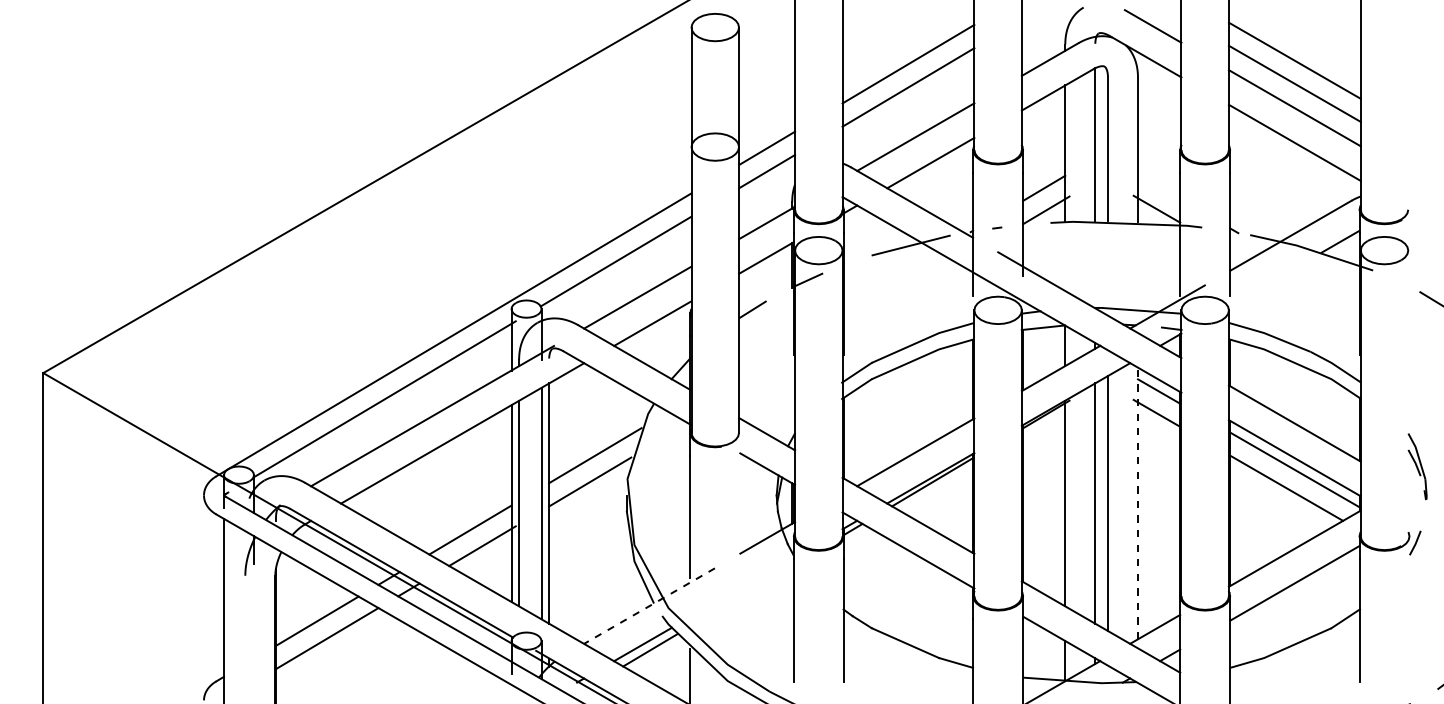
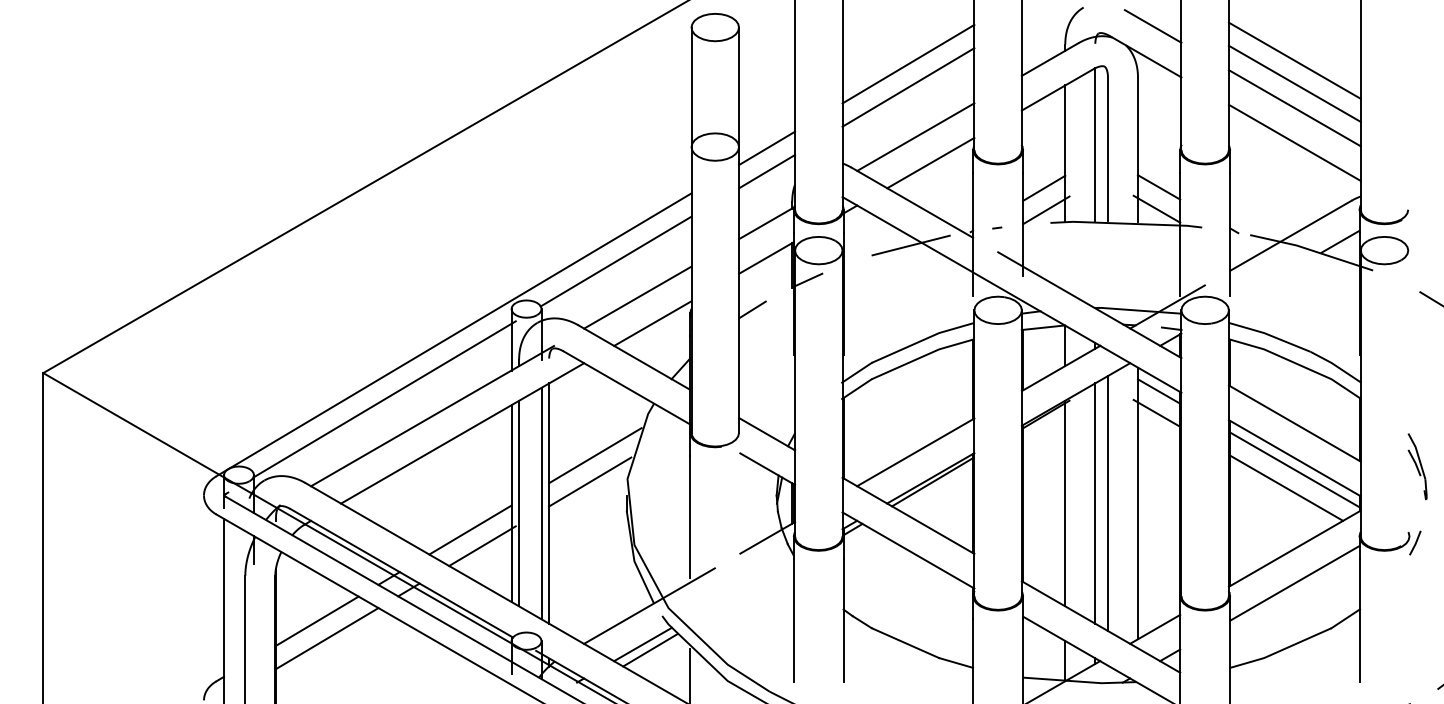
line at (1158, 187): none -> present
line at (1138, 503): dashed -> solid
line at (649, 606): dashed -> solid
line at (245, 637): none -> present
